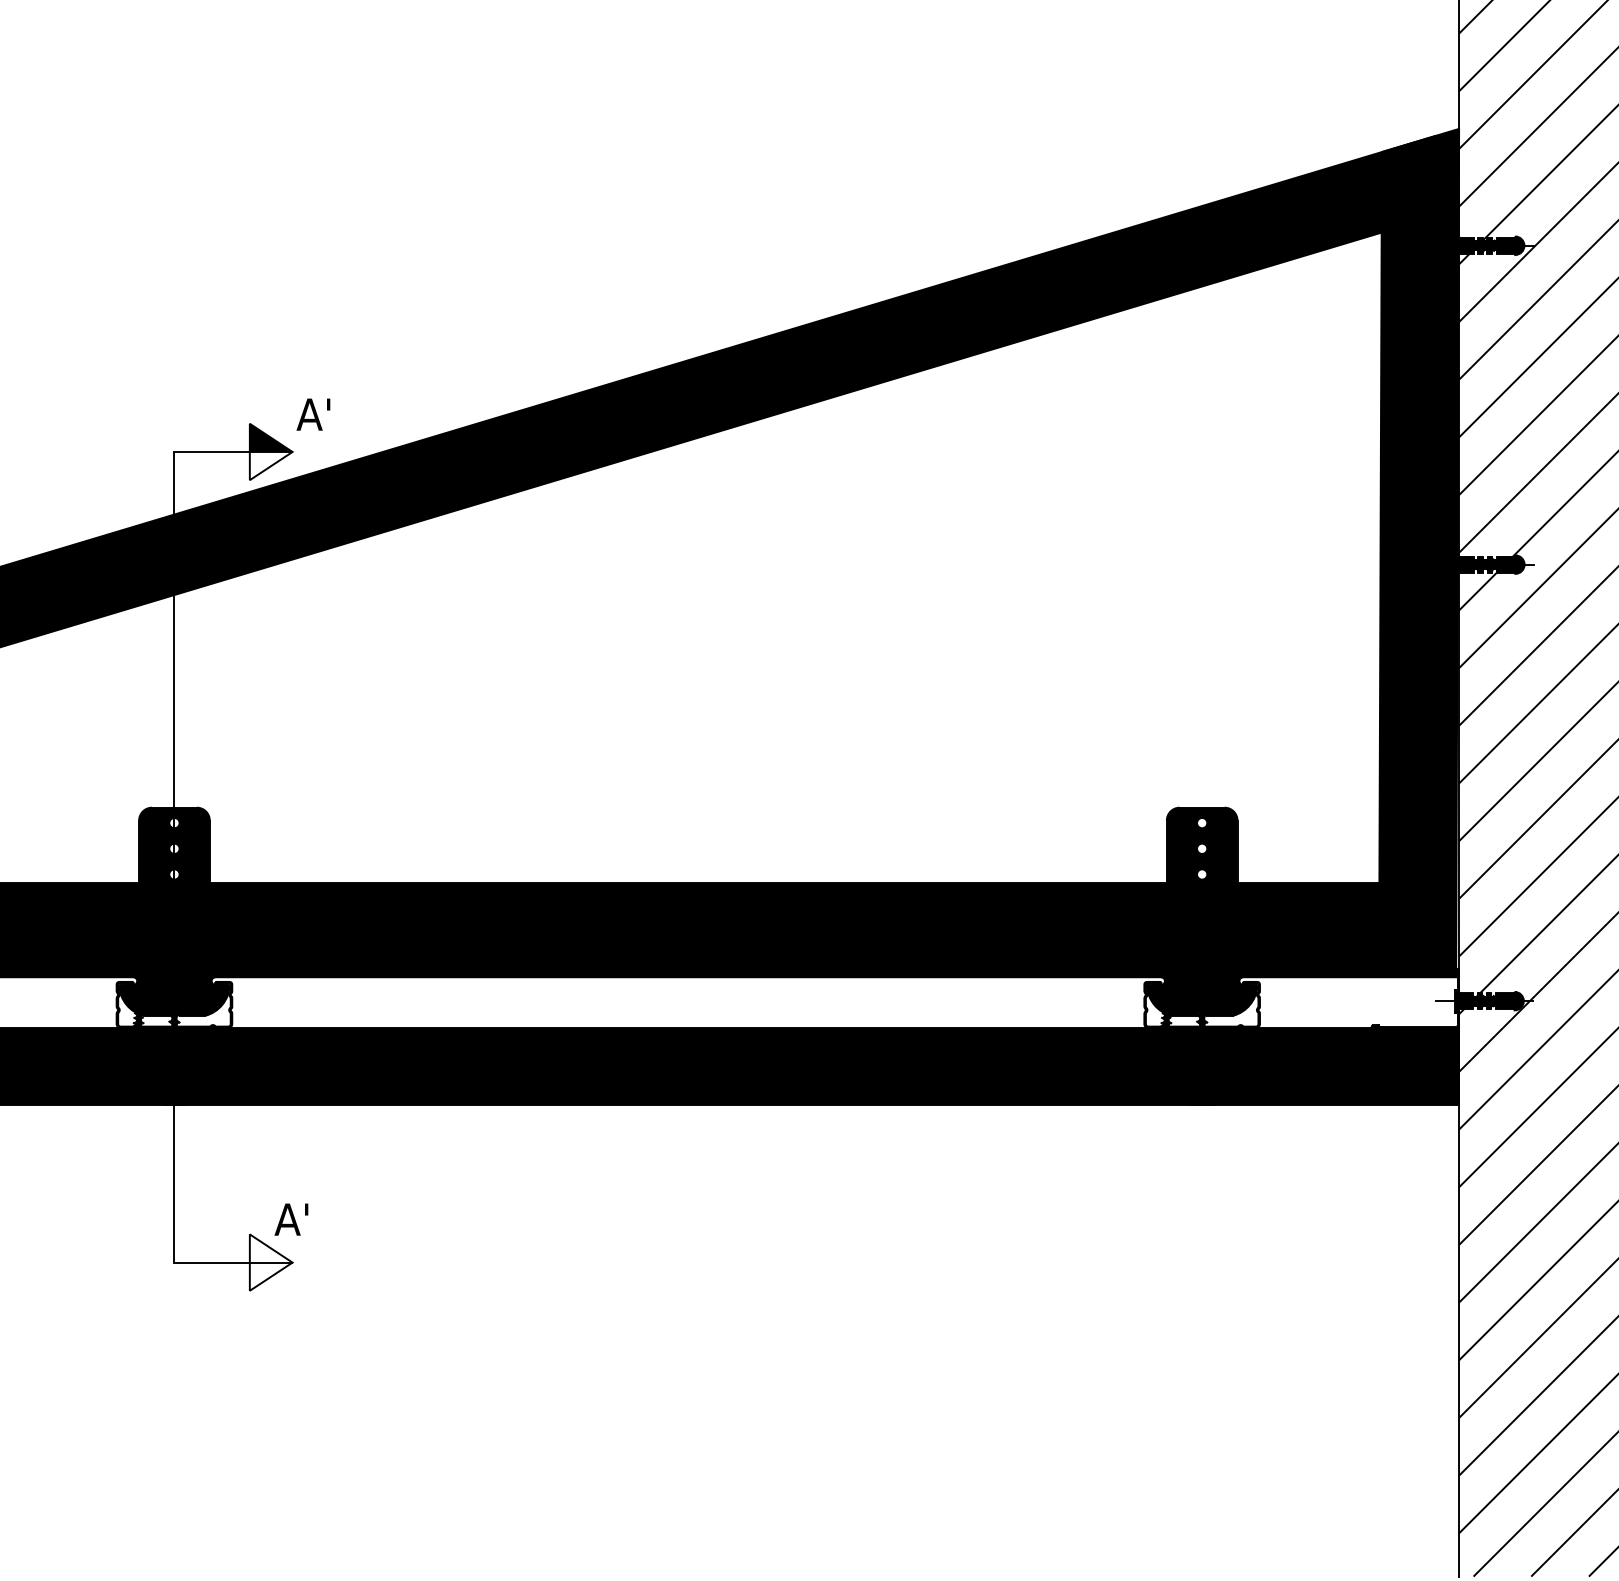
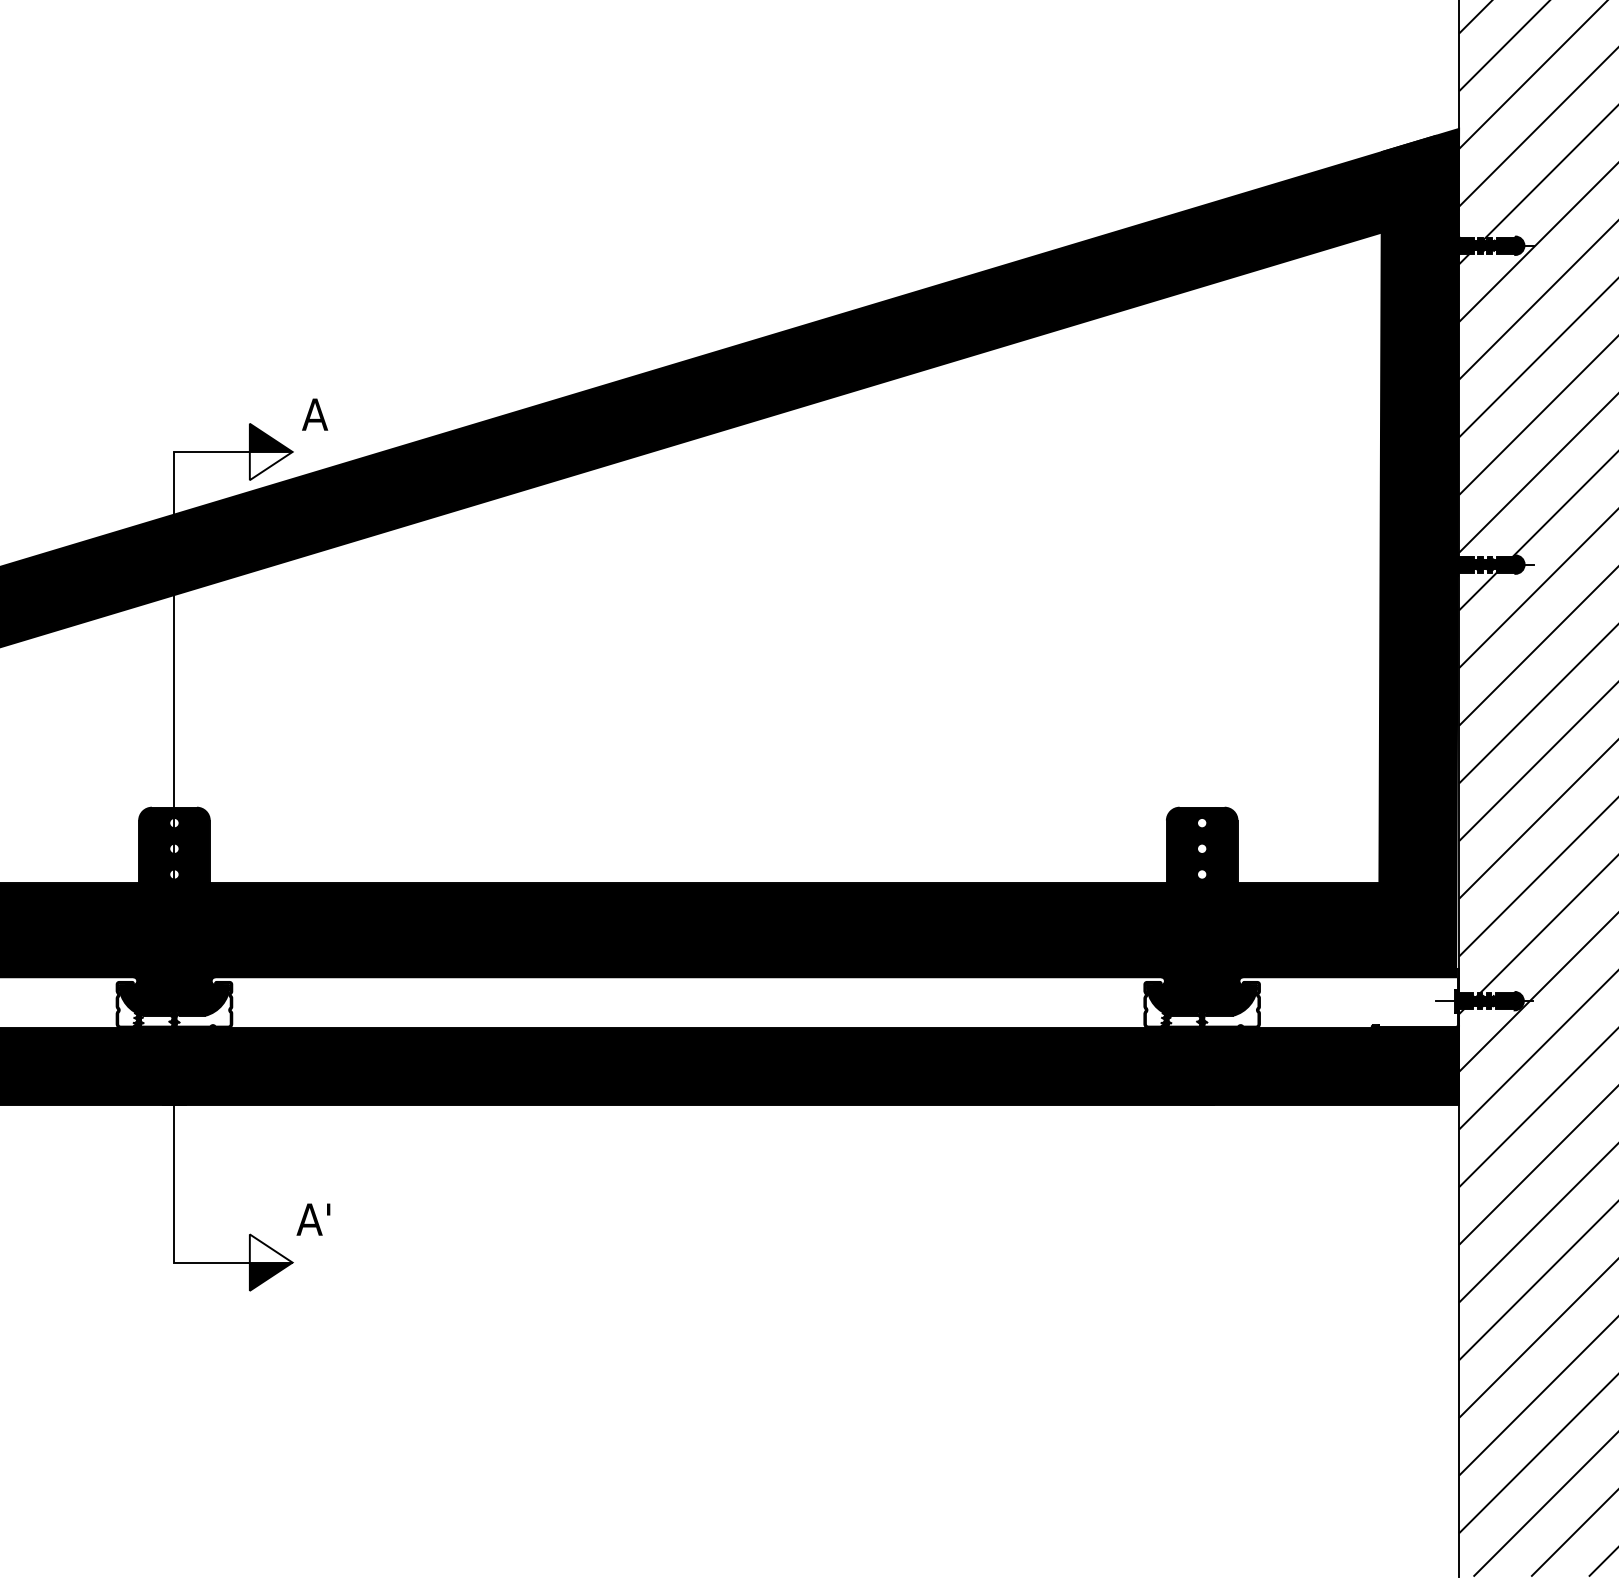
text at (313, 414): A' -> A
text at (291, 1219) position: (291, 1219) -> (313, 1219)
fill at (270, 1276): none -> present
